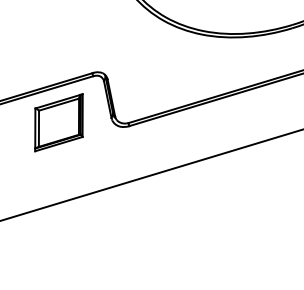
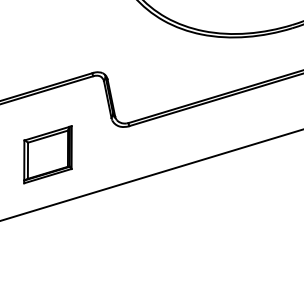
part at (58, 122) position: (58, 122) -> (47, 154)
